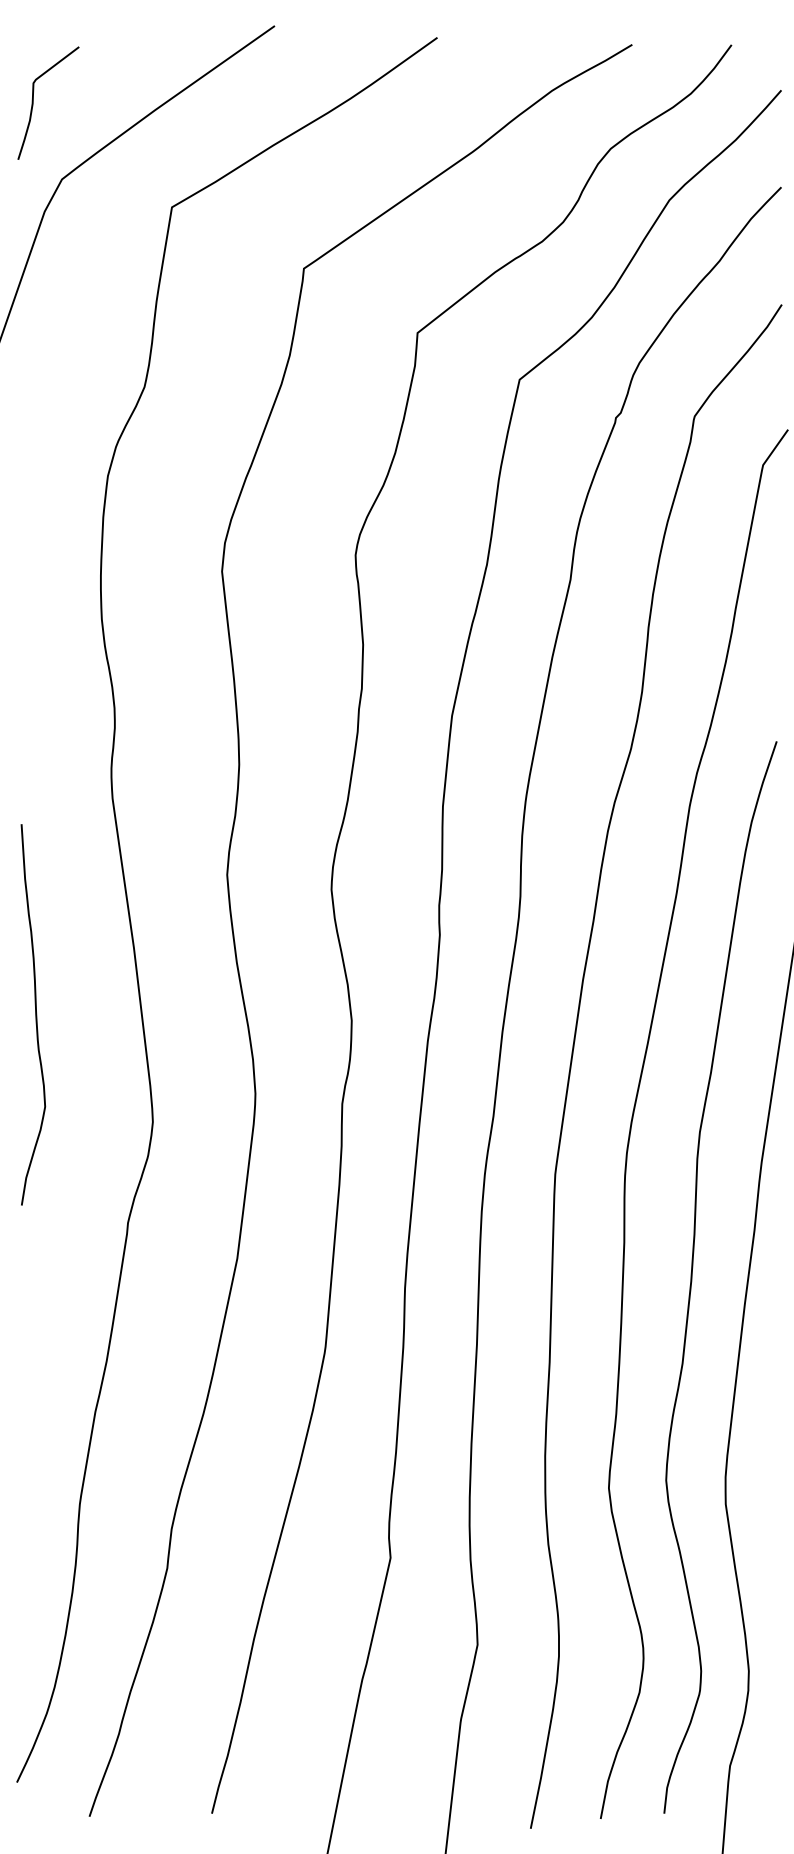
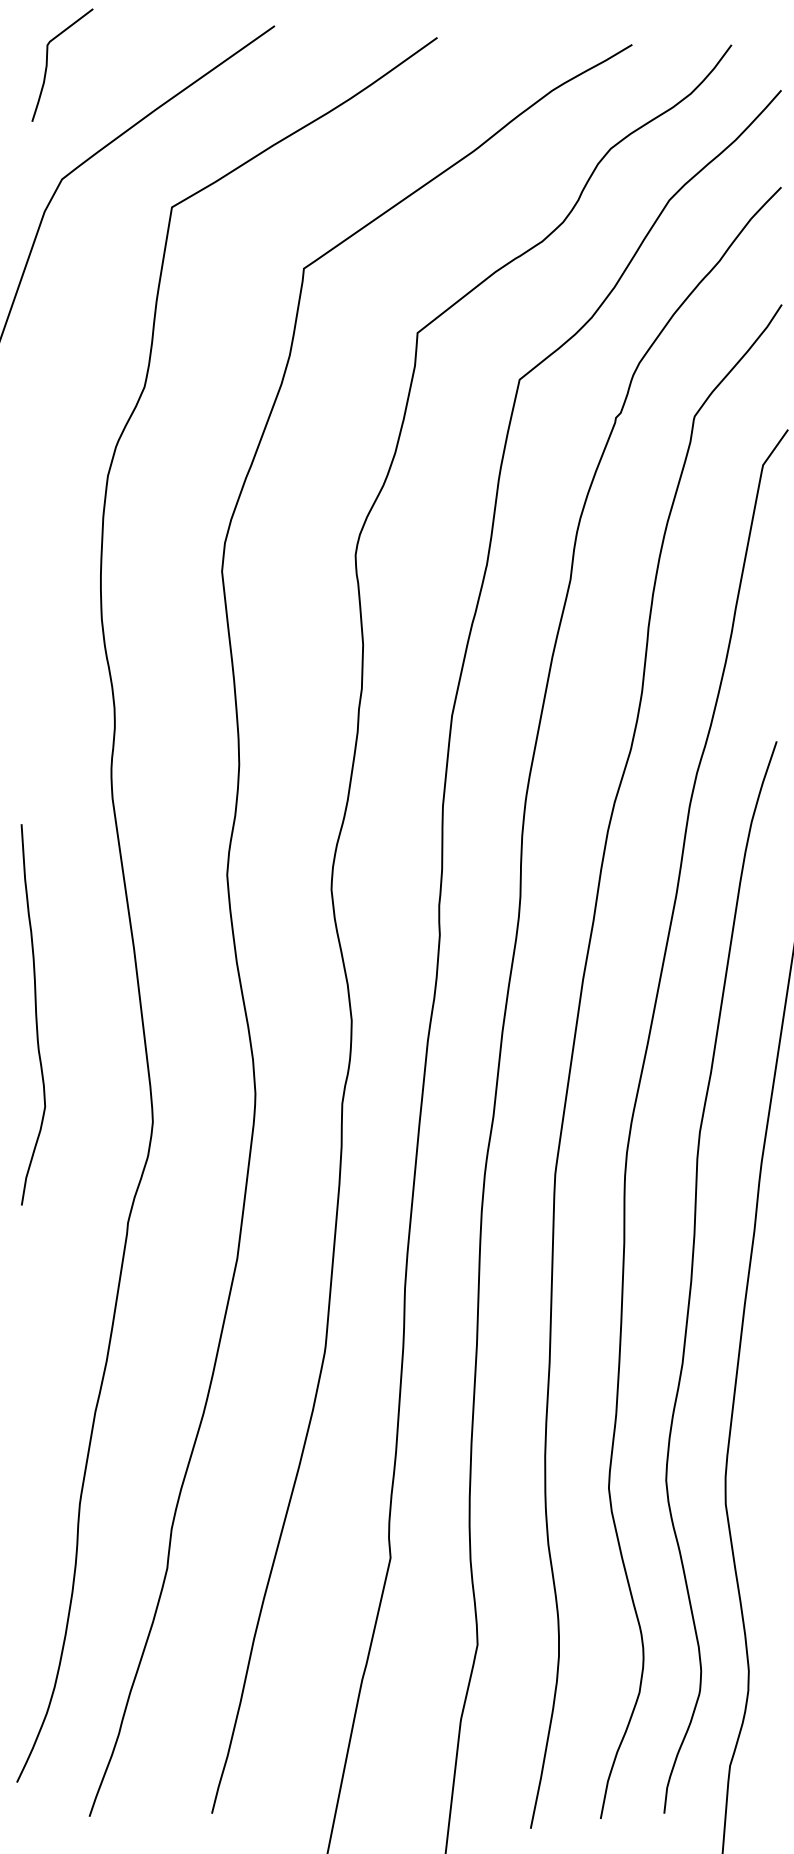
curve at (33, 102) position: (33, 102) -> (47, 64)
